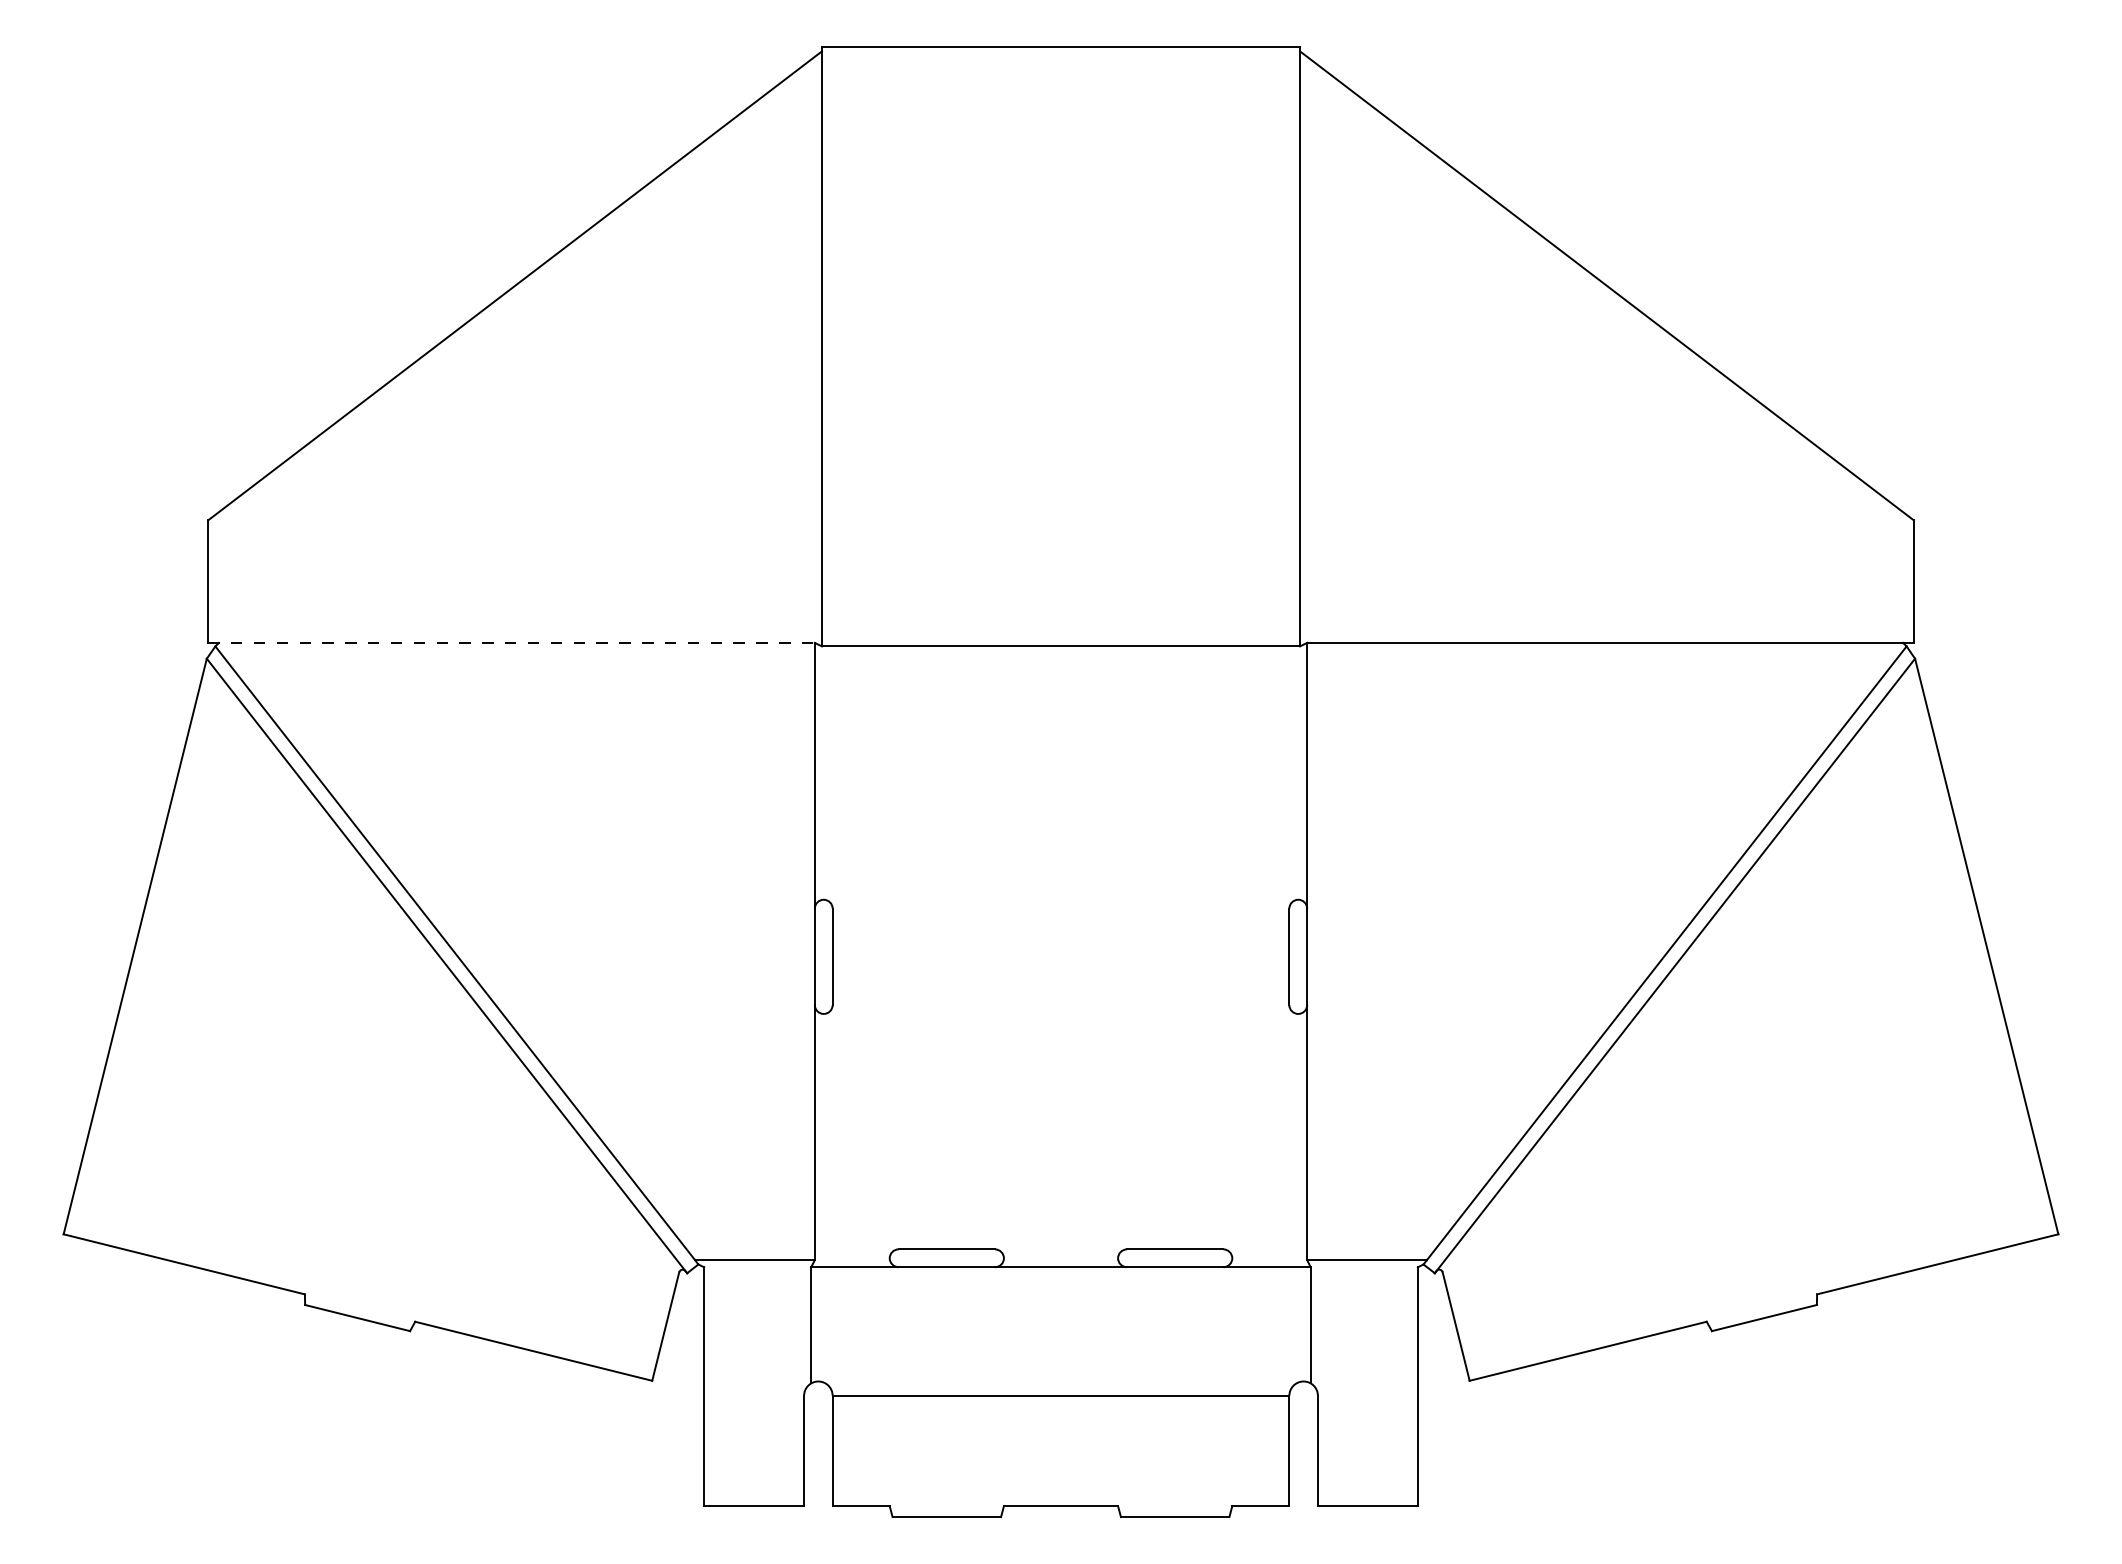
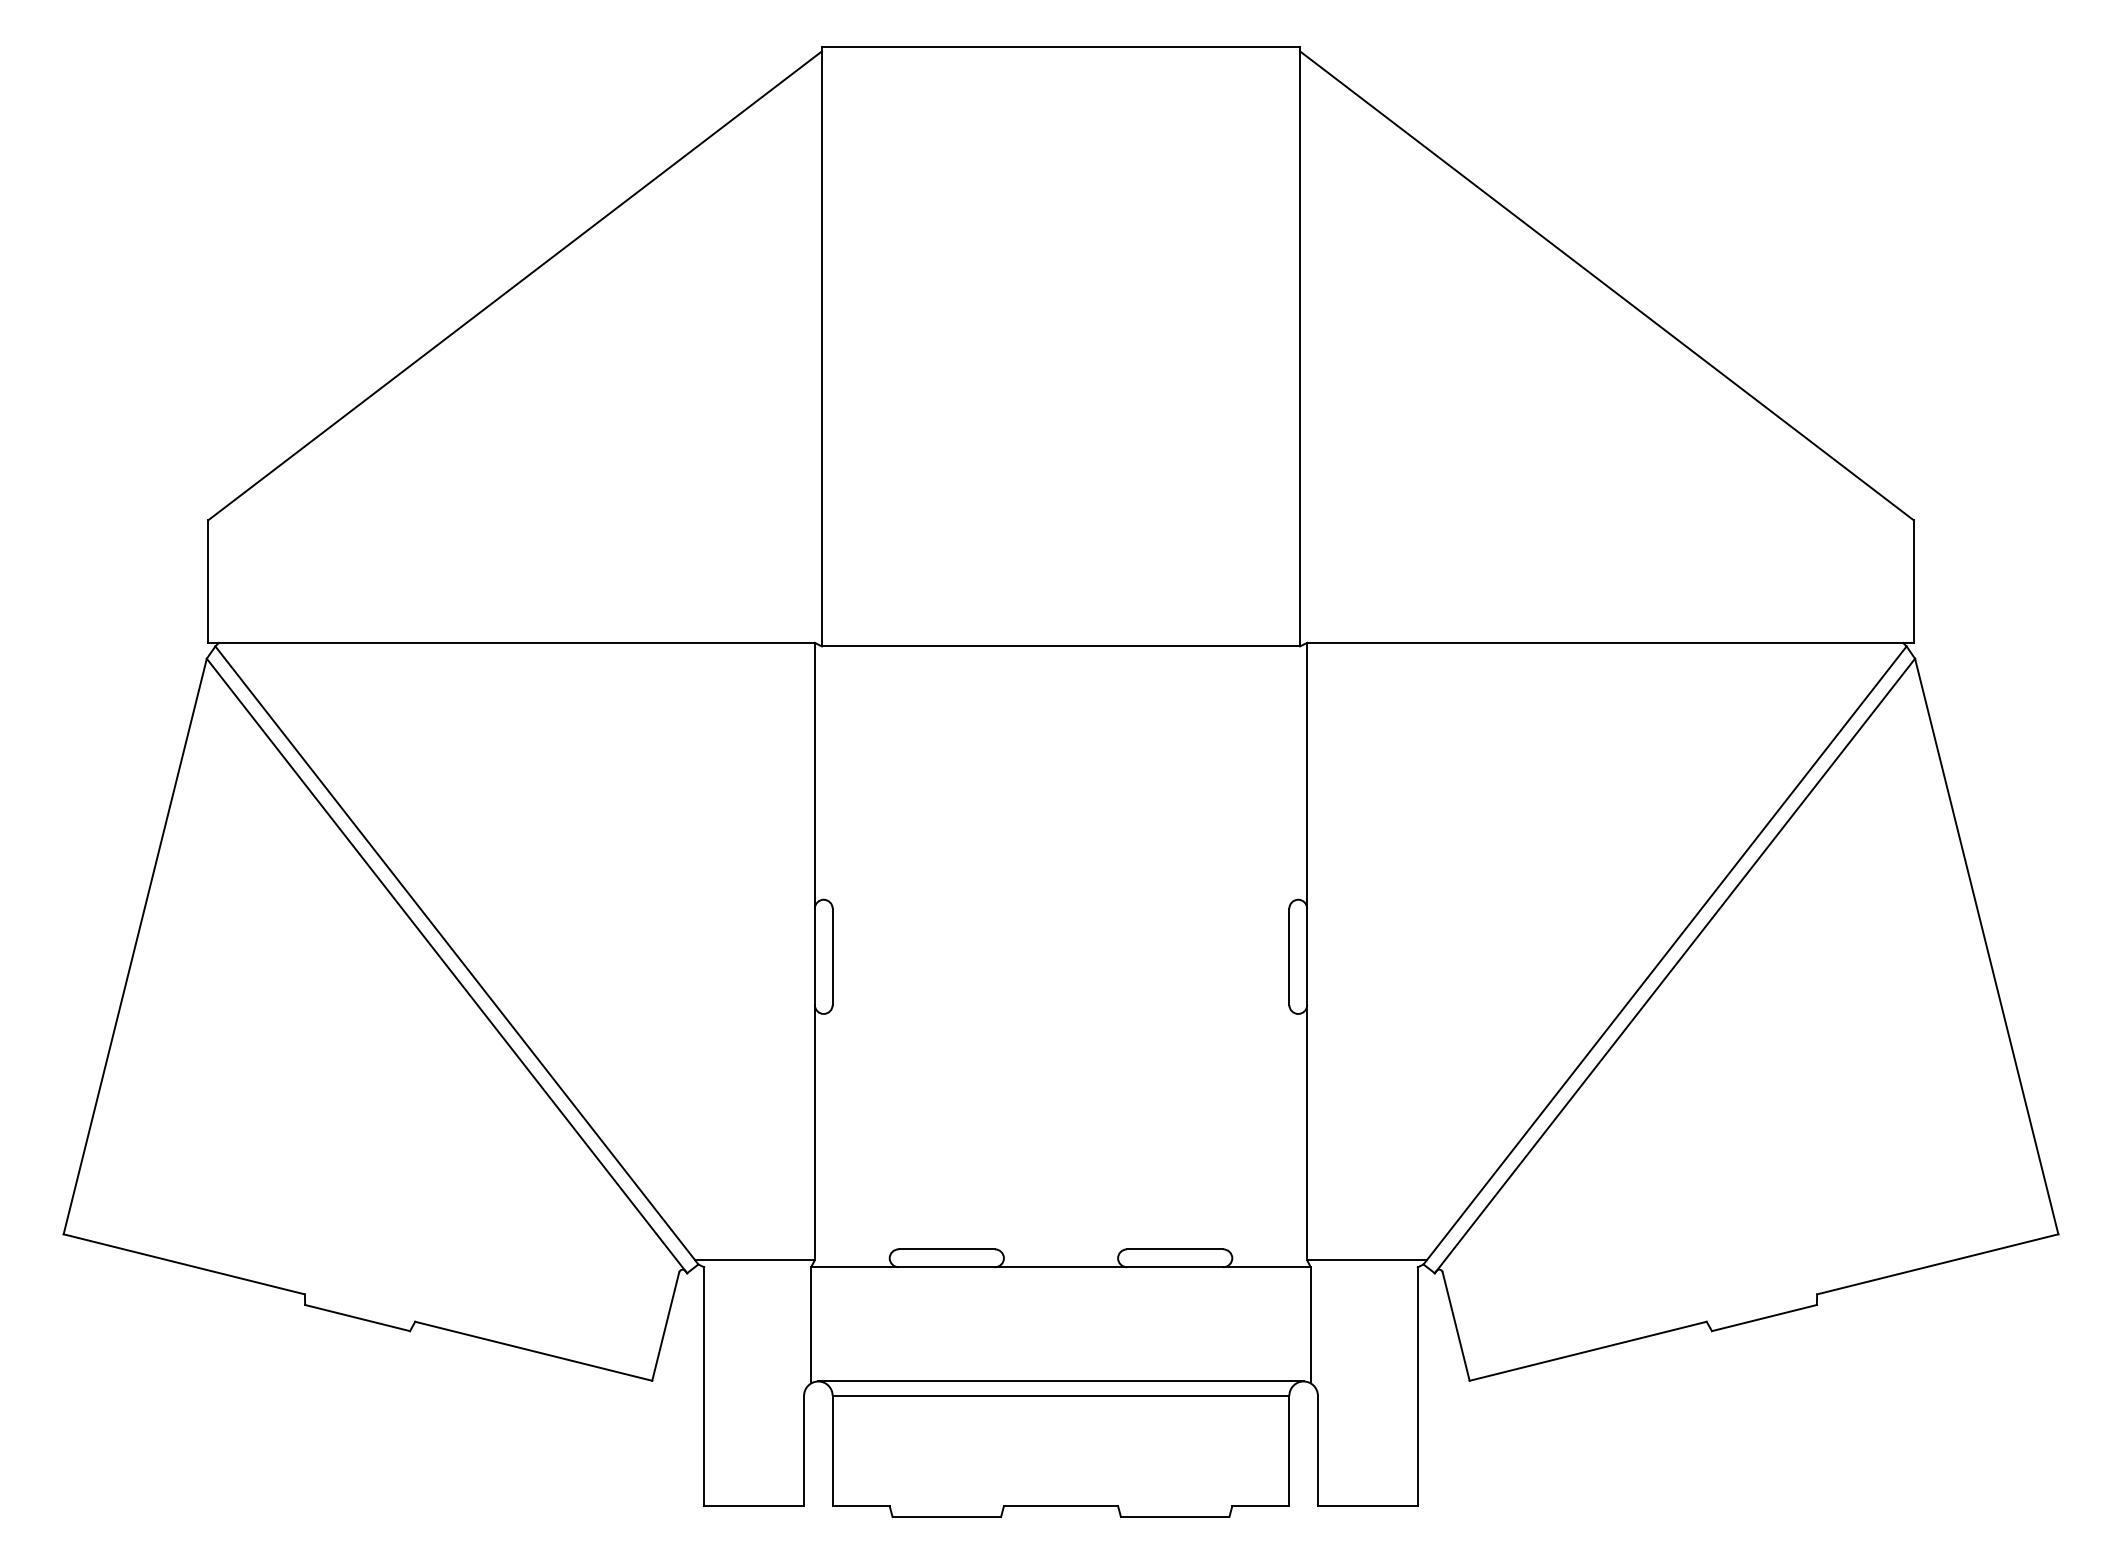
line at (512, 642): dashed -> solid
line at (1060, 1381): none -> present
